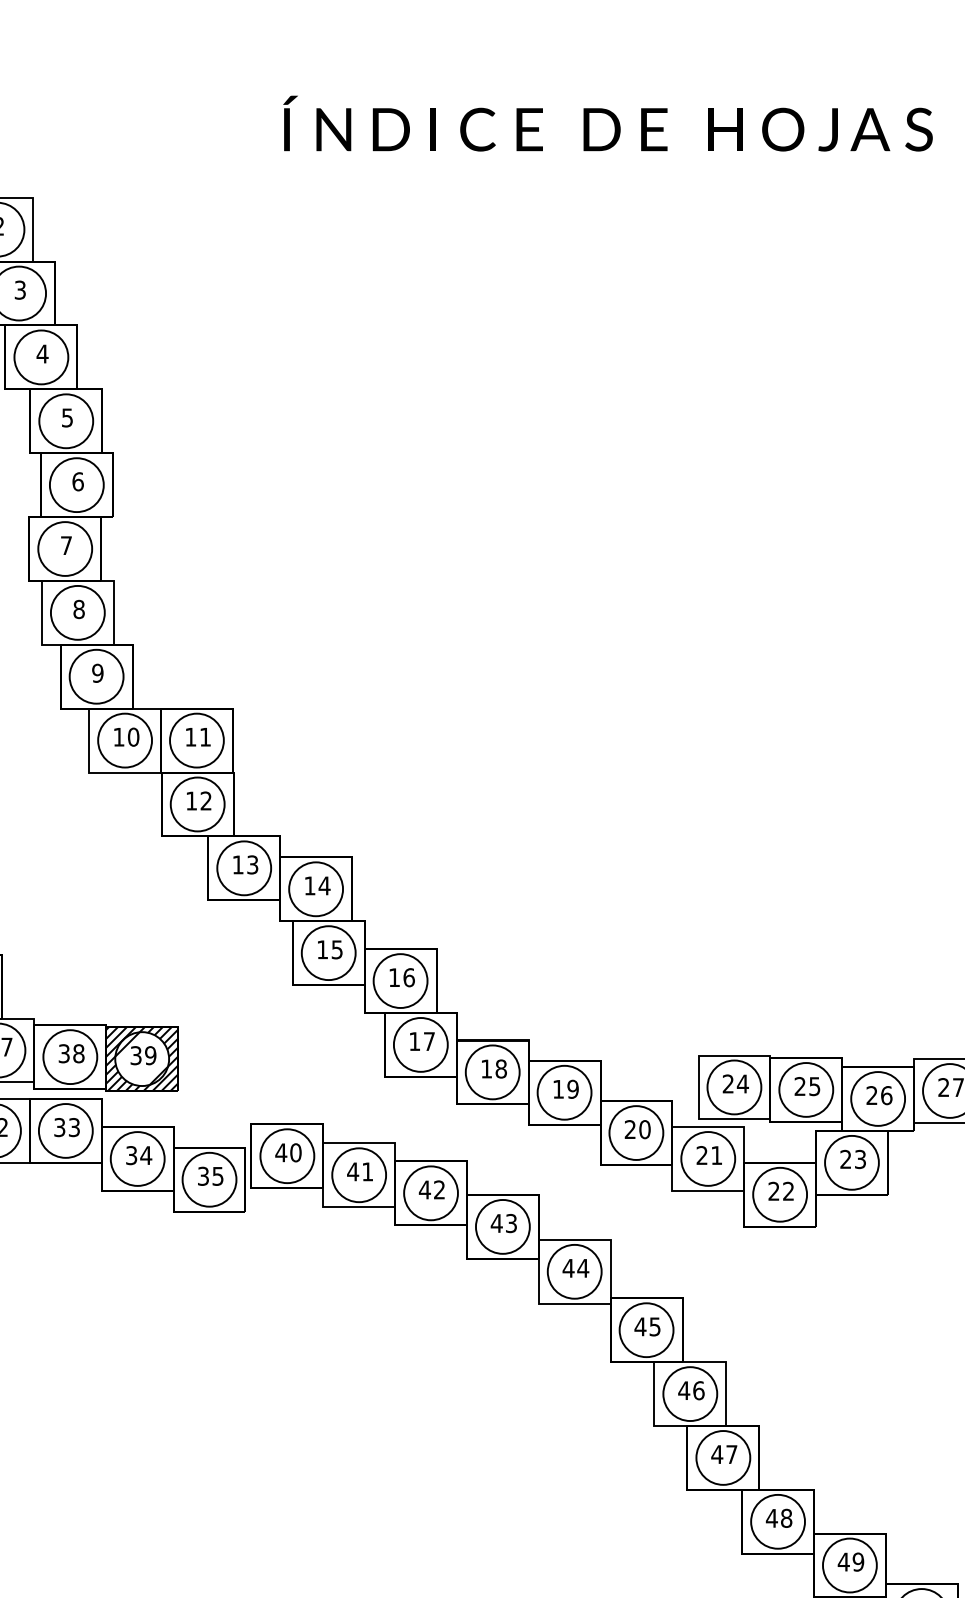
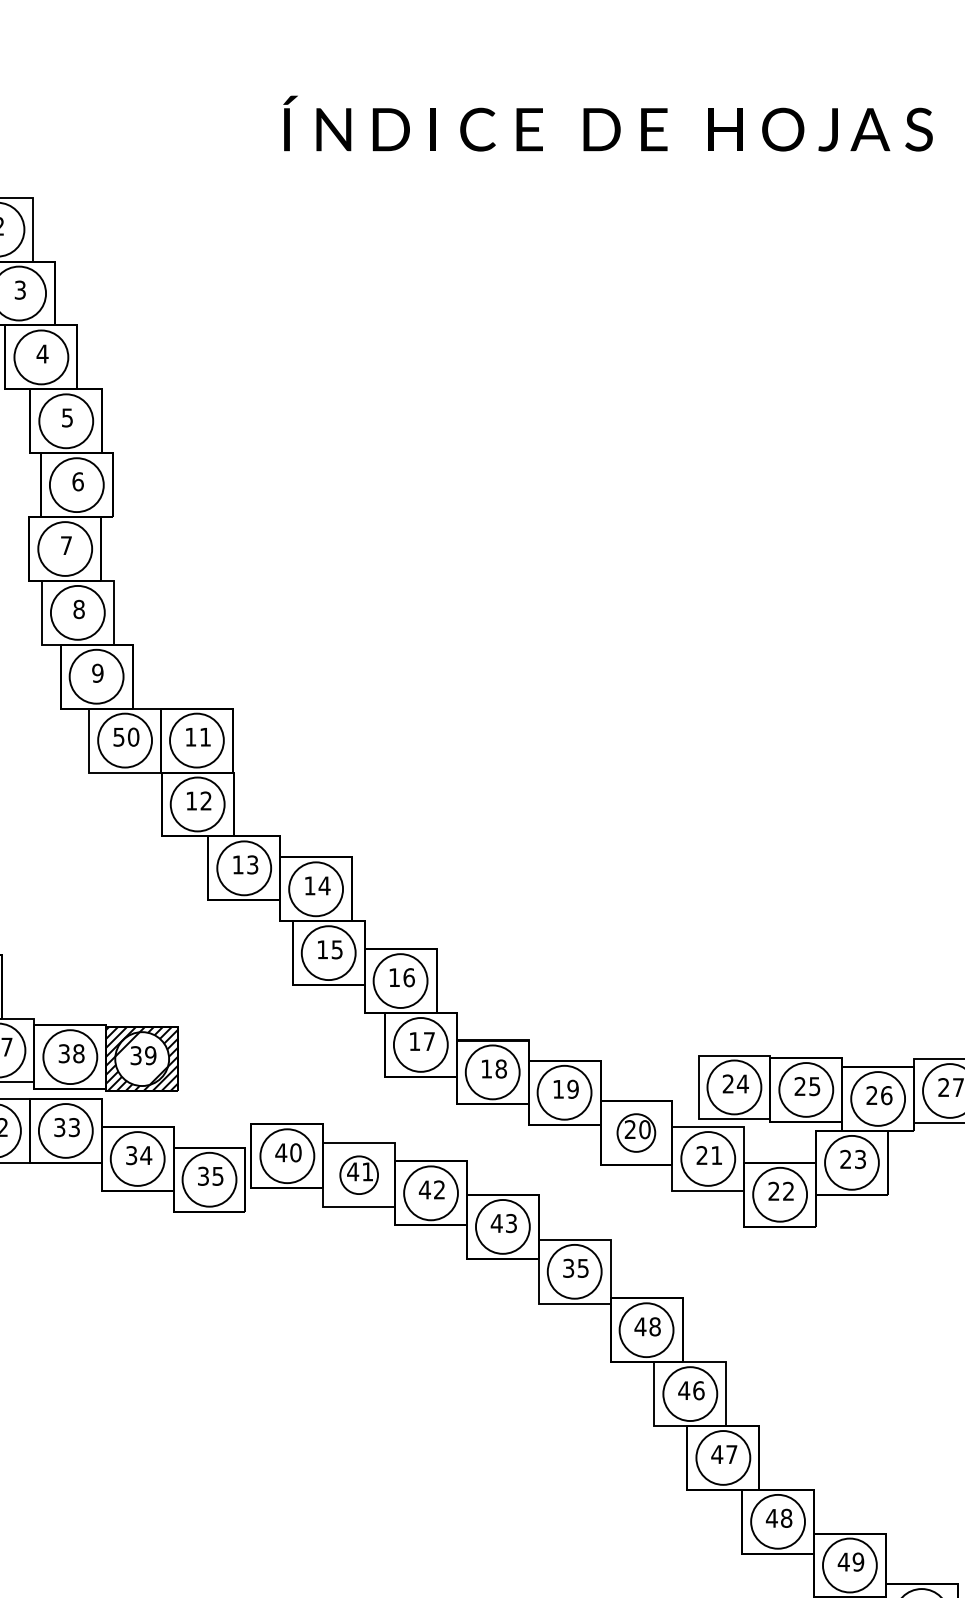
text at (118, 737): 10 -> 50
circle at (636, 1132) diameter: 54 px -> 38 px
circle at (359, 1175) diameter: 54 px -> 38 px
text at (575, 1267): 44 -> 35
text at (654, 1326): 45 -> 48
